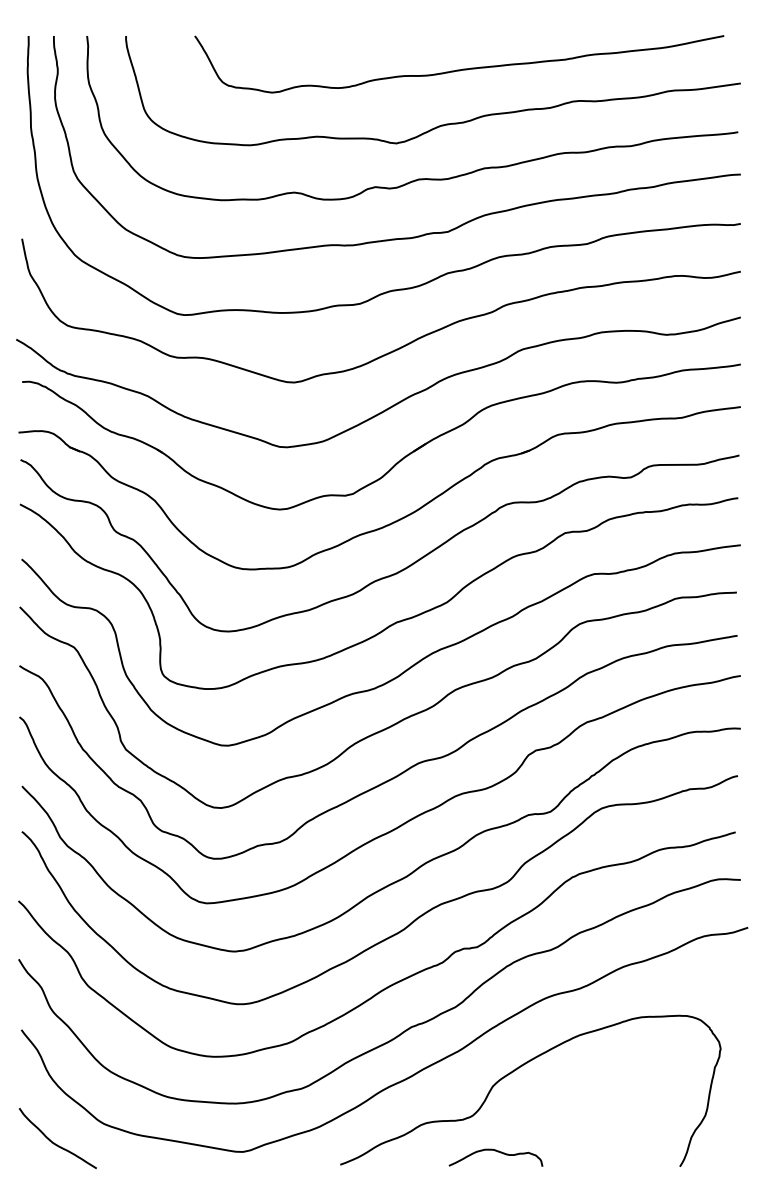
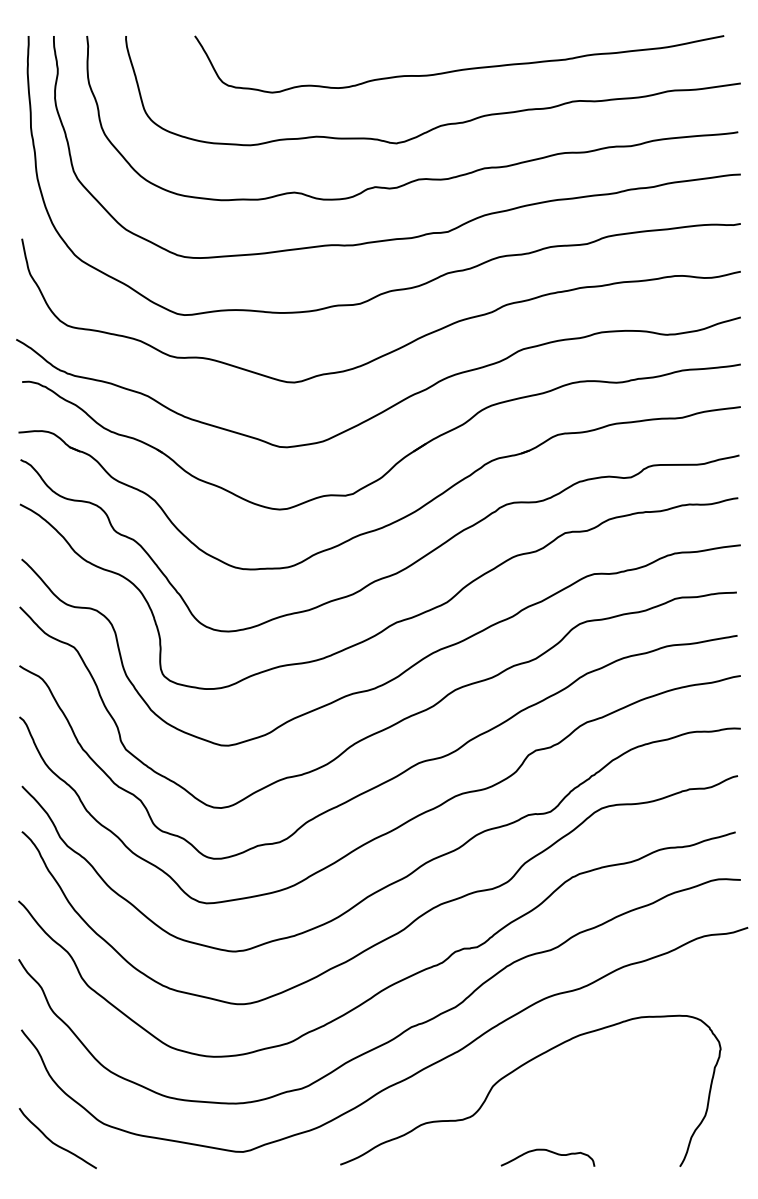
curve at (497, 1152) position: (497, 1152) -> (549, 1152)
